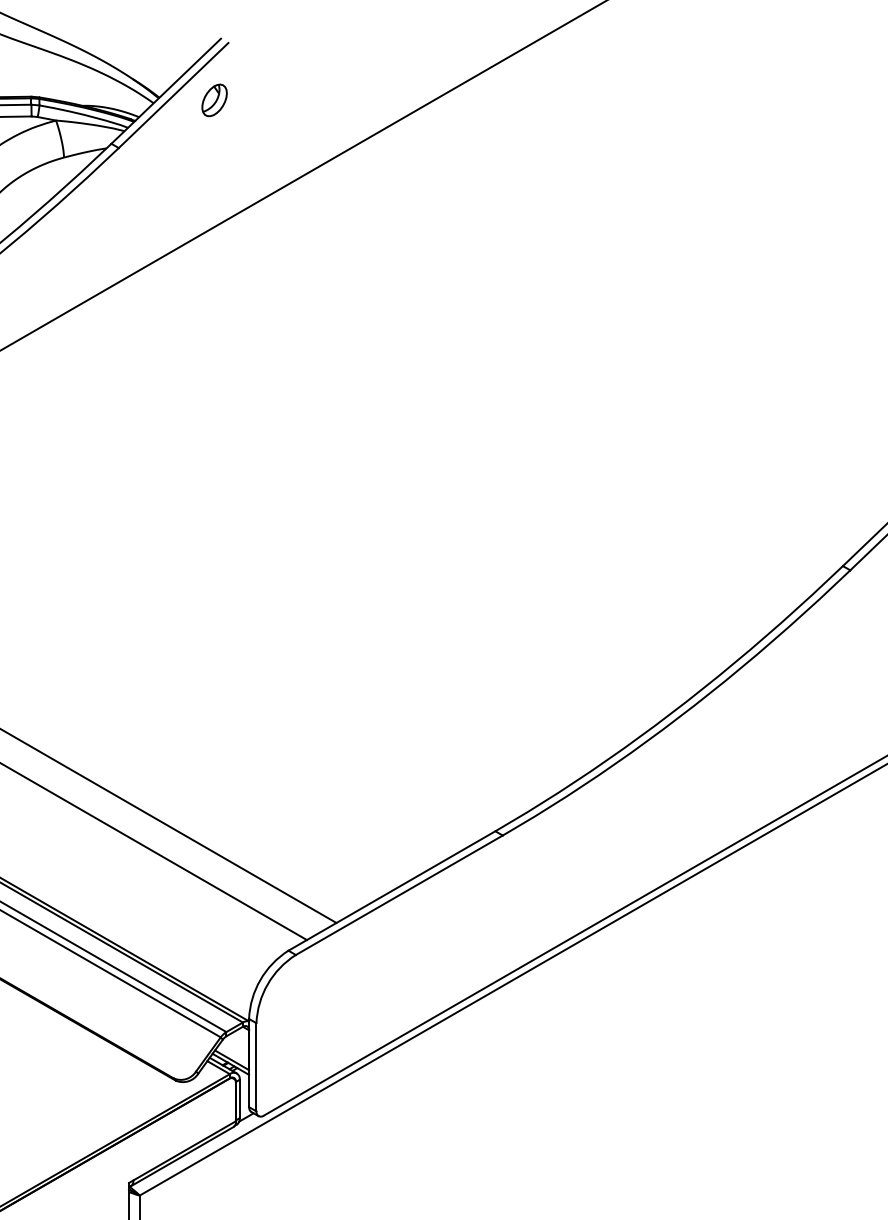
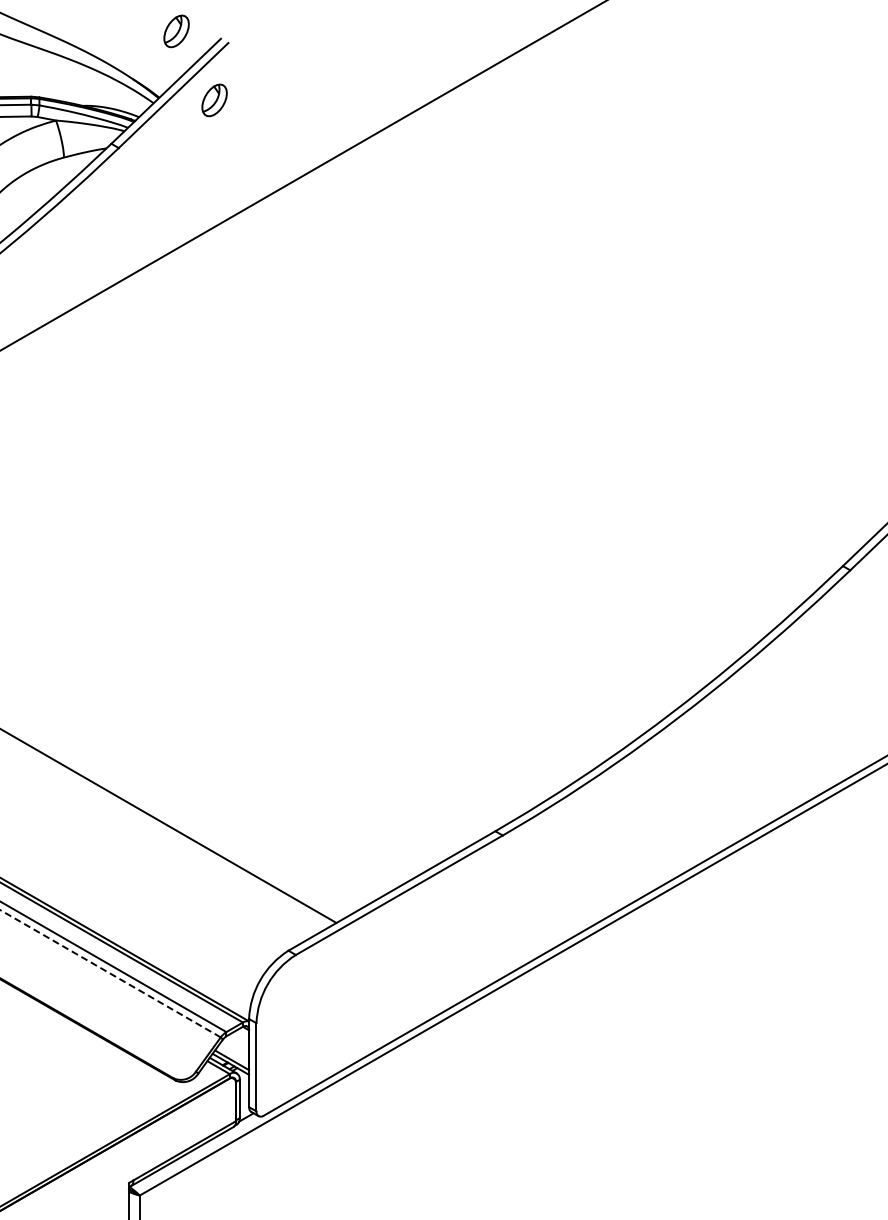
part at (176, 31): none -> present
line at (154, 852): present -> none
line at (110, 973): solid -> dashed
